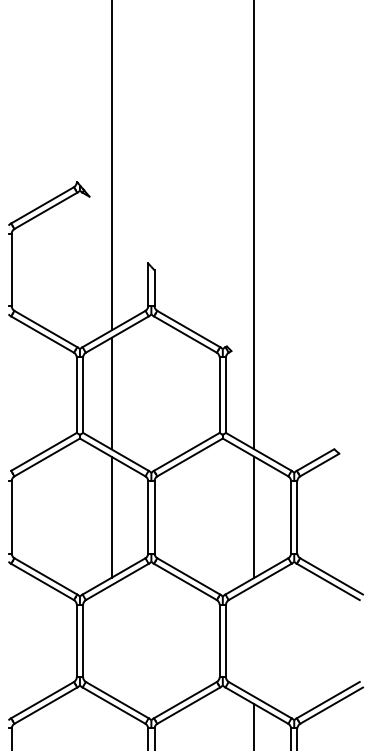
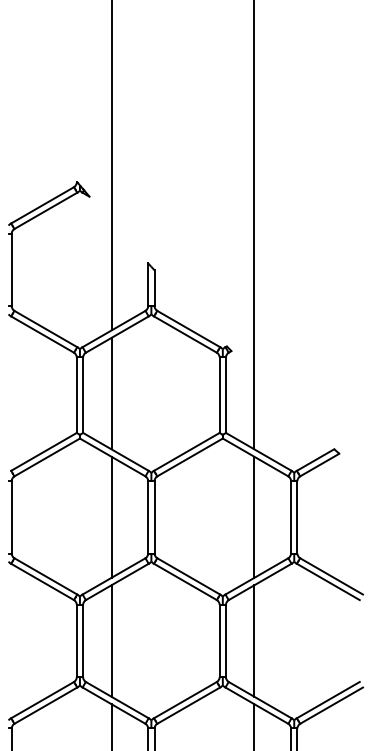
line at (111, 640): none -> present
line at (254, 640): none -> present
line at (111, 725): none -> present
